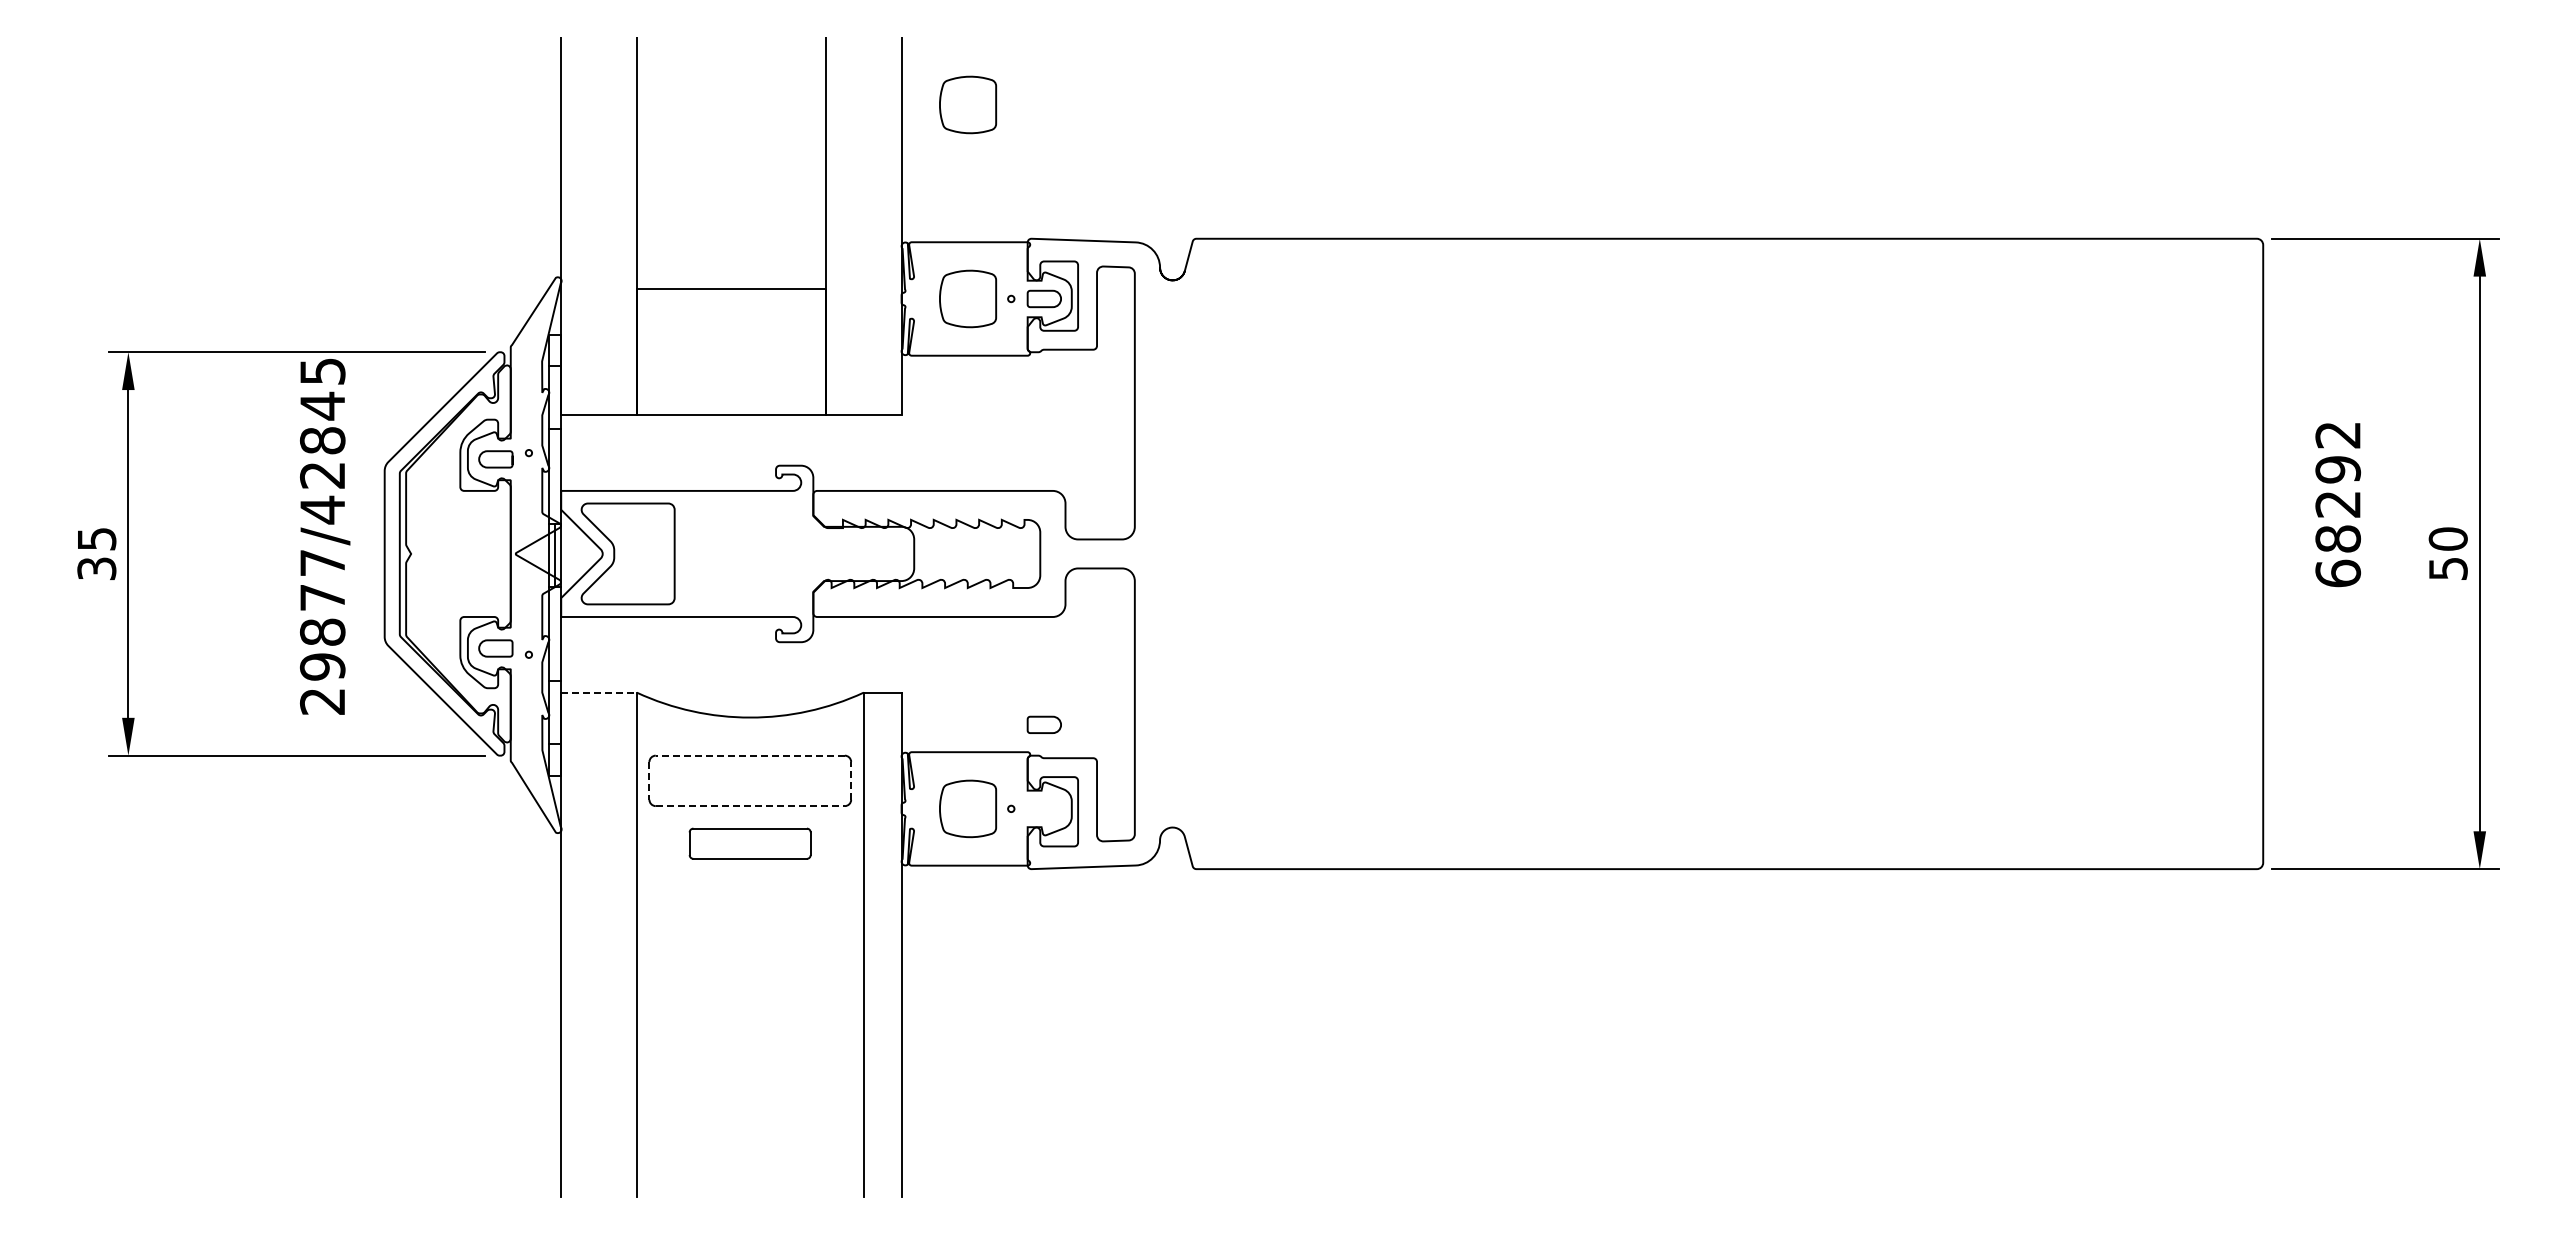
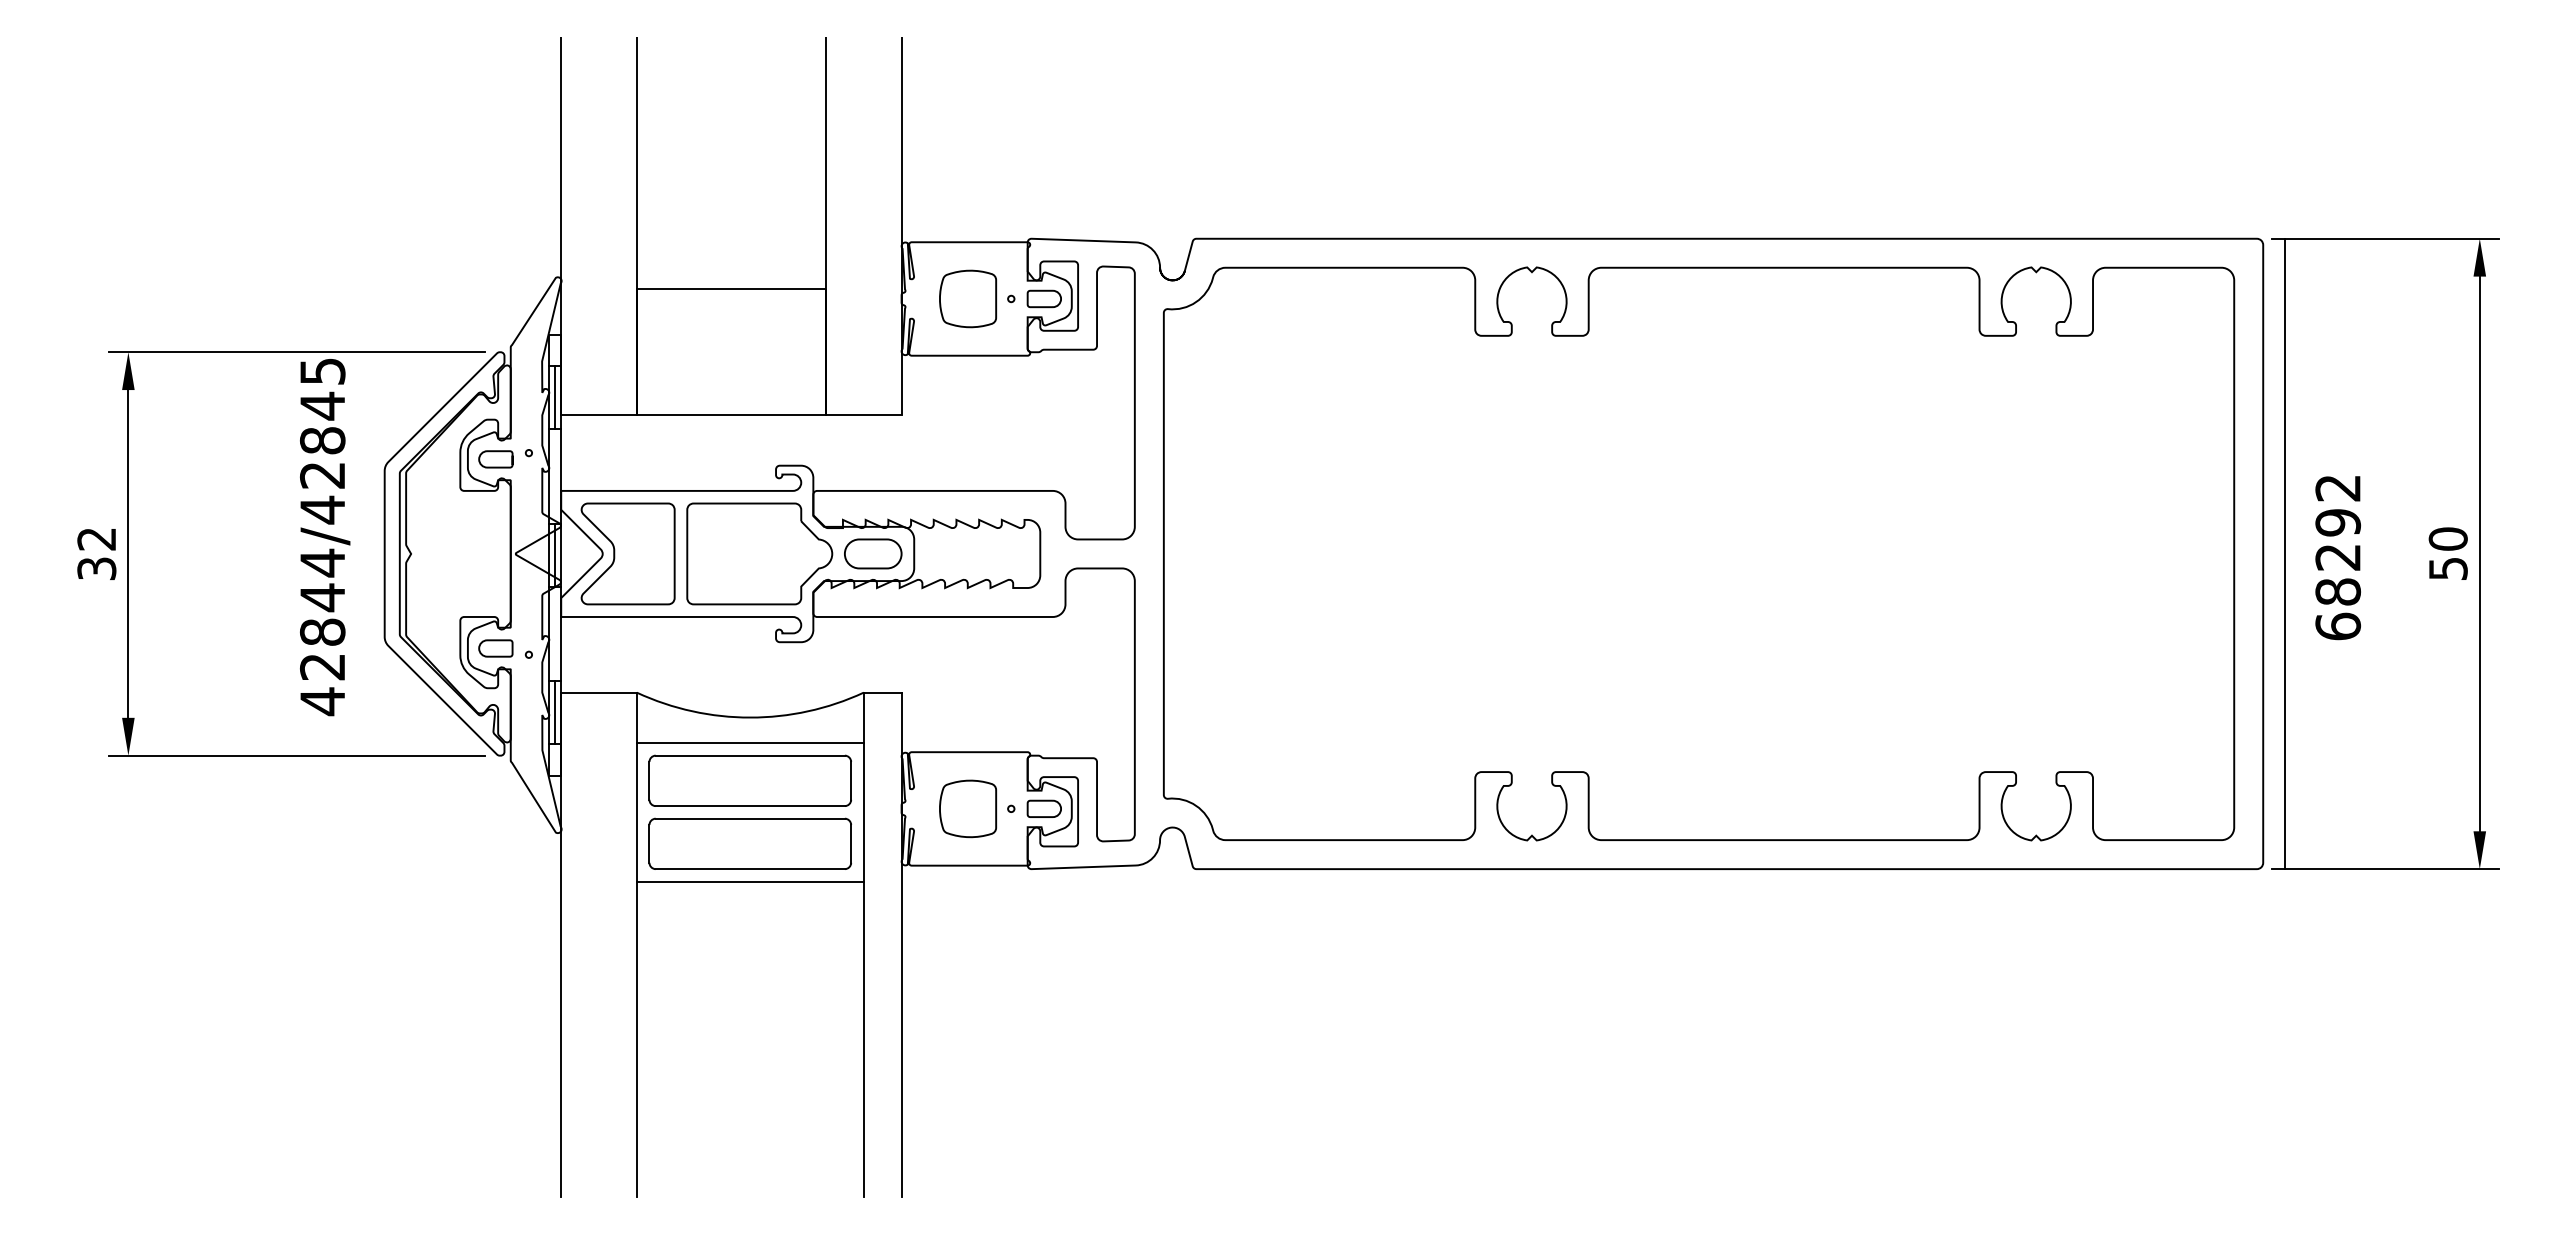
part at (968, 104): present -> none
line at (554, 397): none -> present
text at (2337, 505) position: (2337, 505) -> (2337, 558)
text at (96, 539): 35 -> 32
part at (759, 553): none -> present
part at (873, 553): none -> present
part at (1699, 553): none -> present
line at (2284, 553): none -> present
text at (322, 632): 29877/42845 -> 42844/42845
line at (599, 692): dashed -> solid
line at (554, 712): none -> present
part at (1043, 724) position: (1043, 724) -> (1043, 808)
line at (749, 743): none -> present
line at (750, 755): dashed -> solid
line at (649, 780): dashed -> solid
line at (851, 780): dashed -> solid
line at (750, 806): dashed -> solid
part at (749, 843) size: 124x33 px -> 204x53 px
line at (749, 881): none -> present
